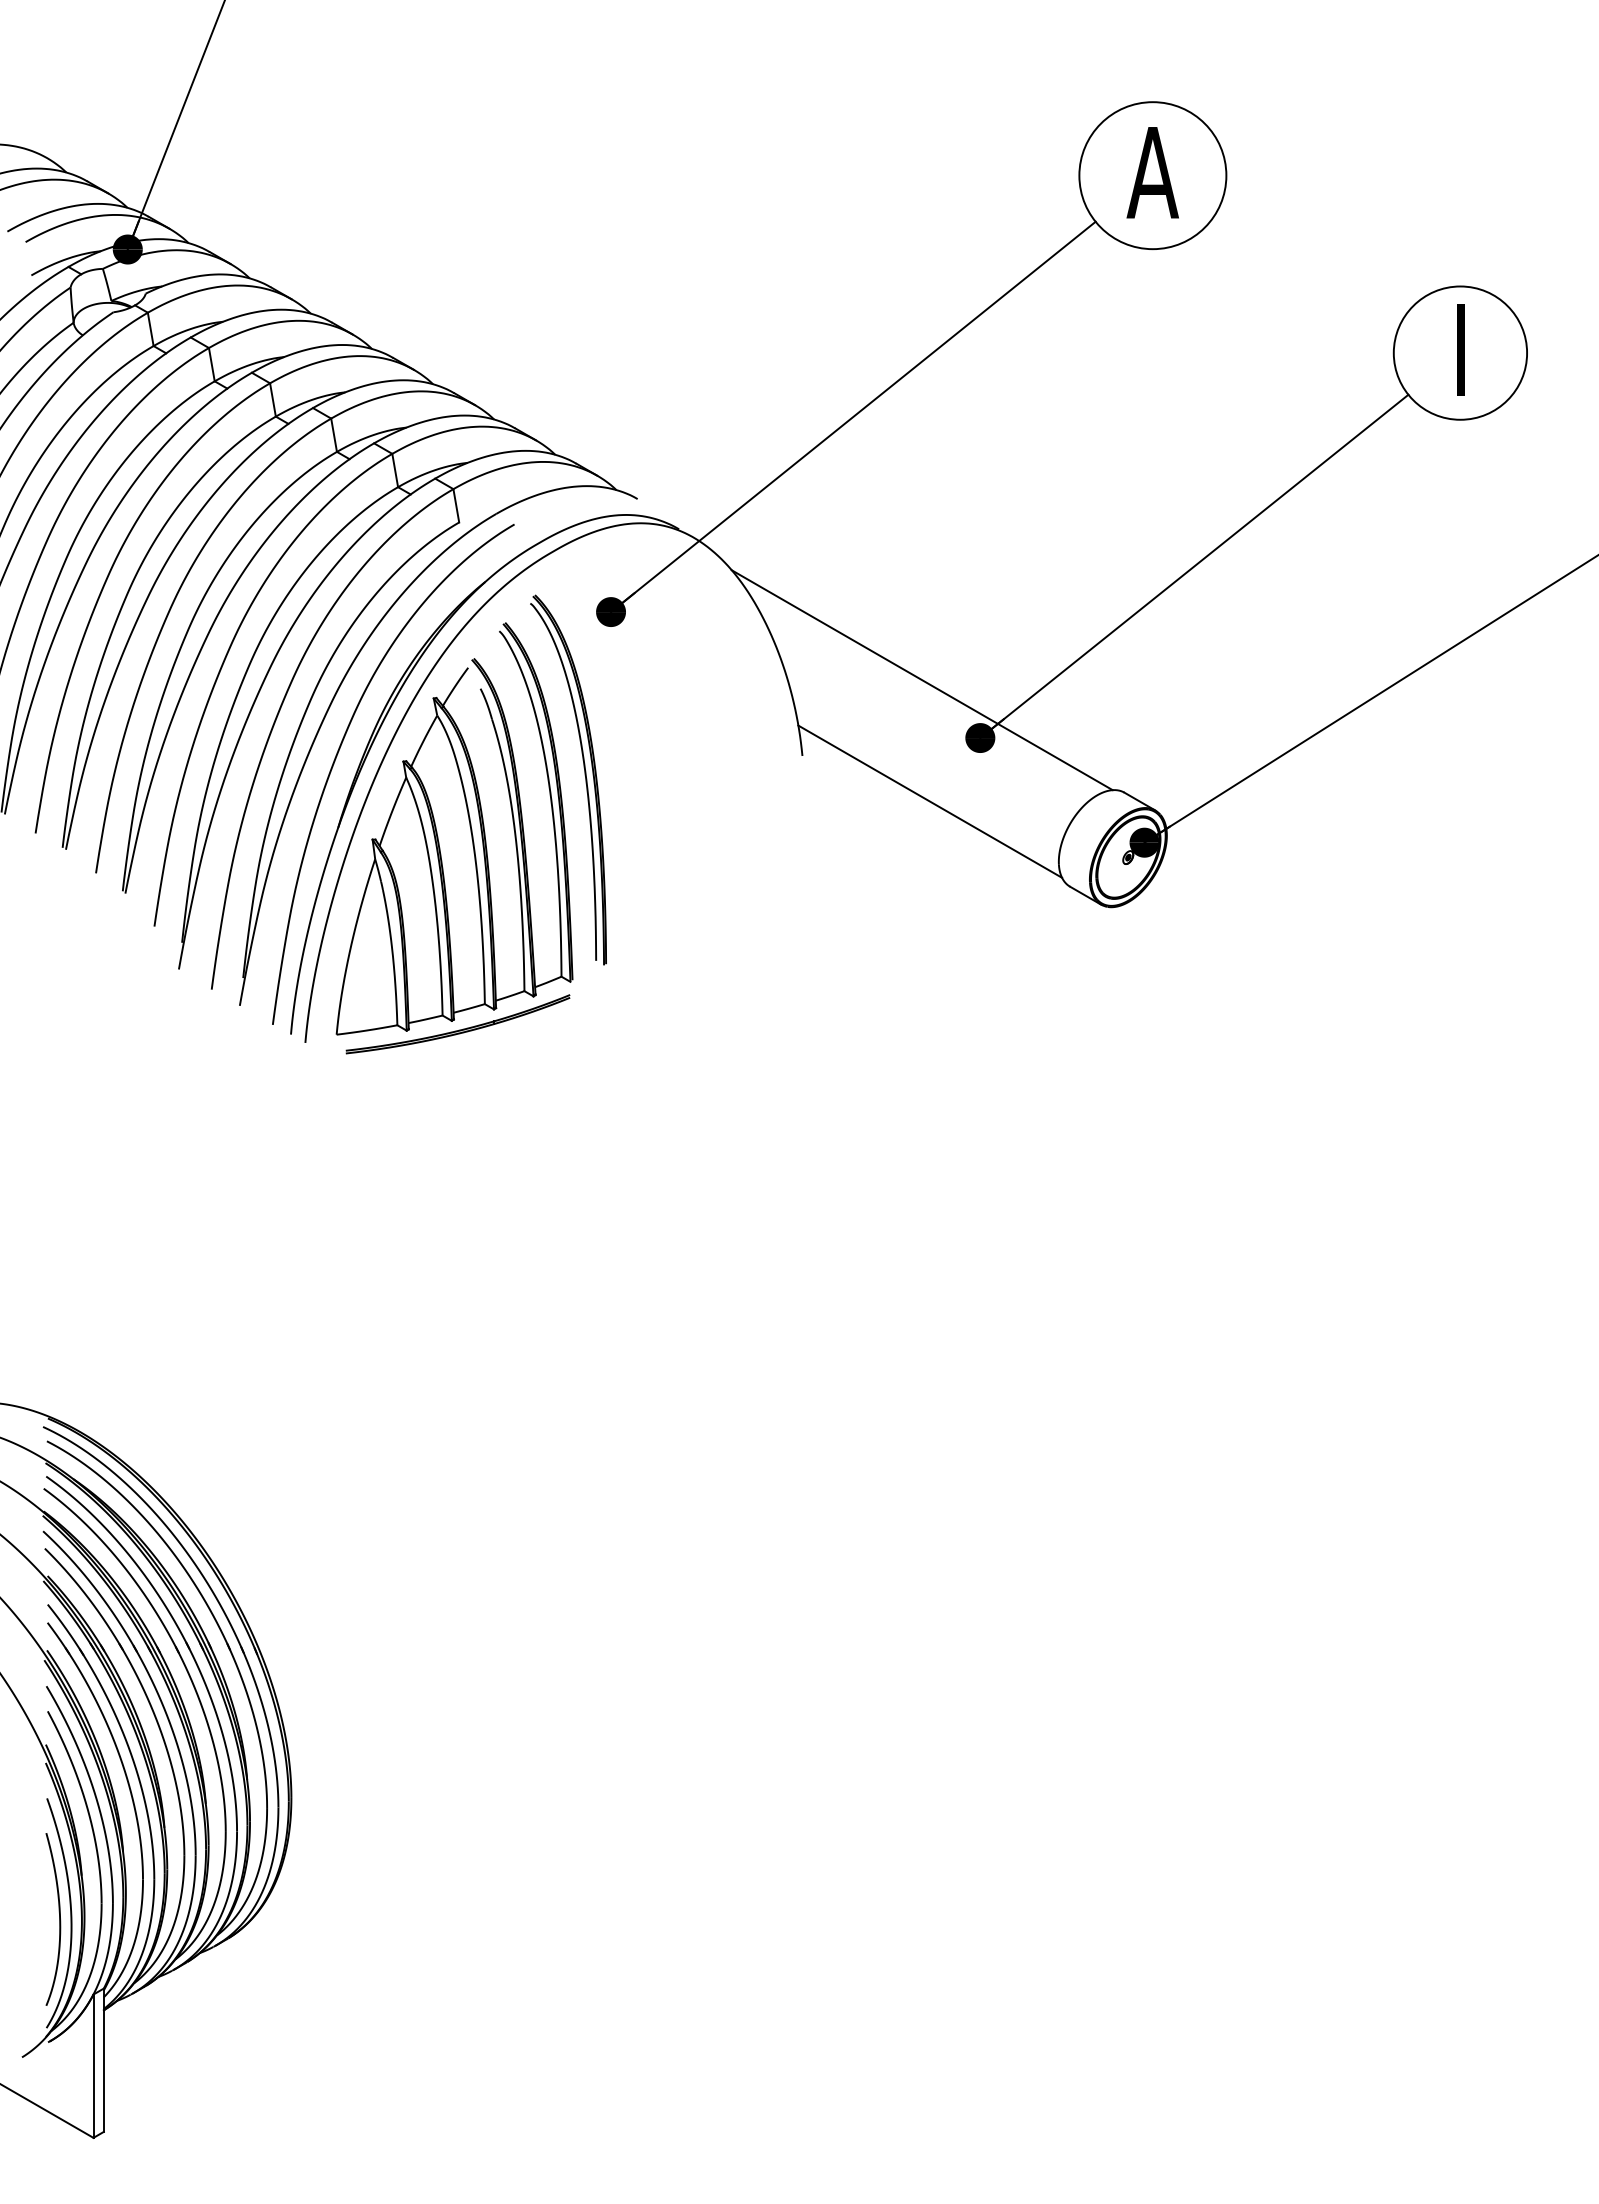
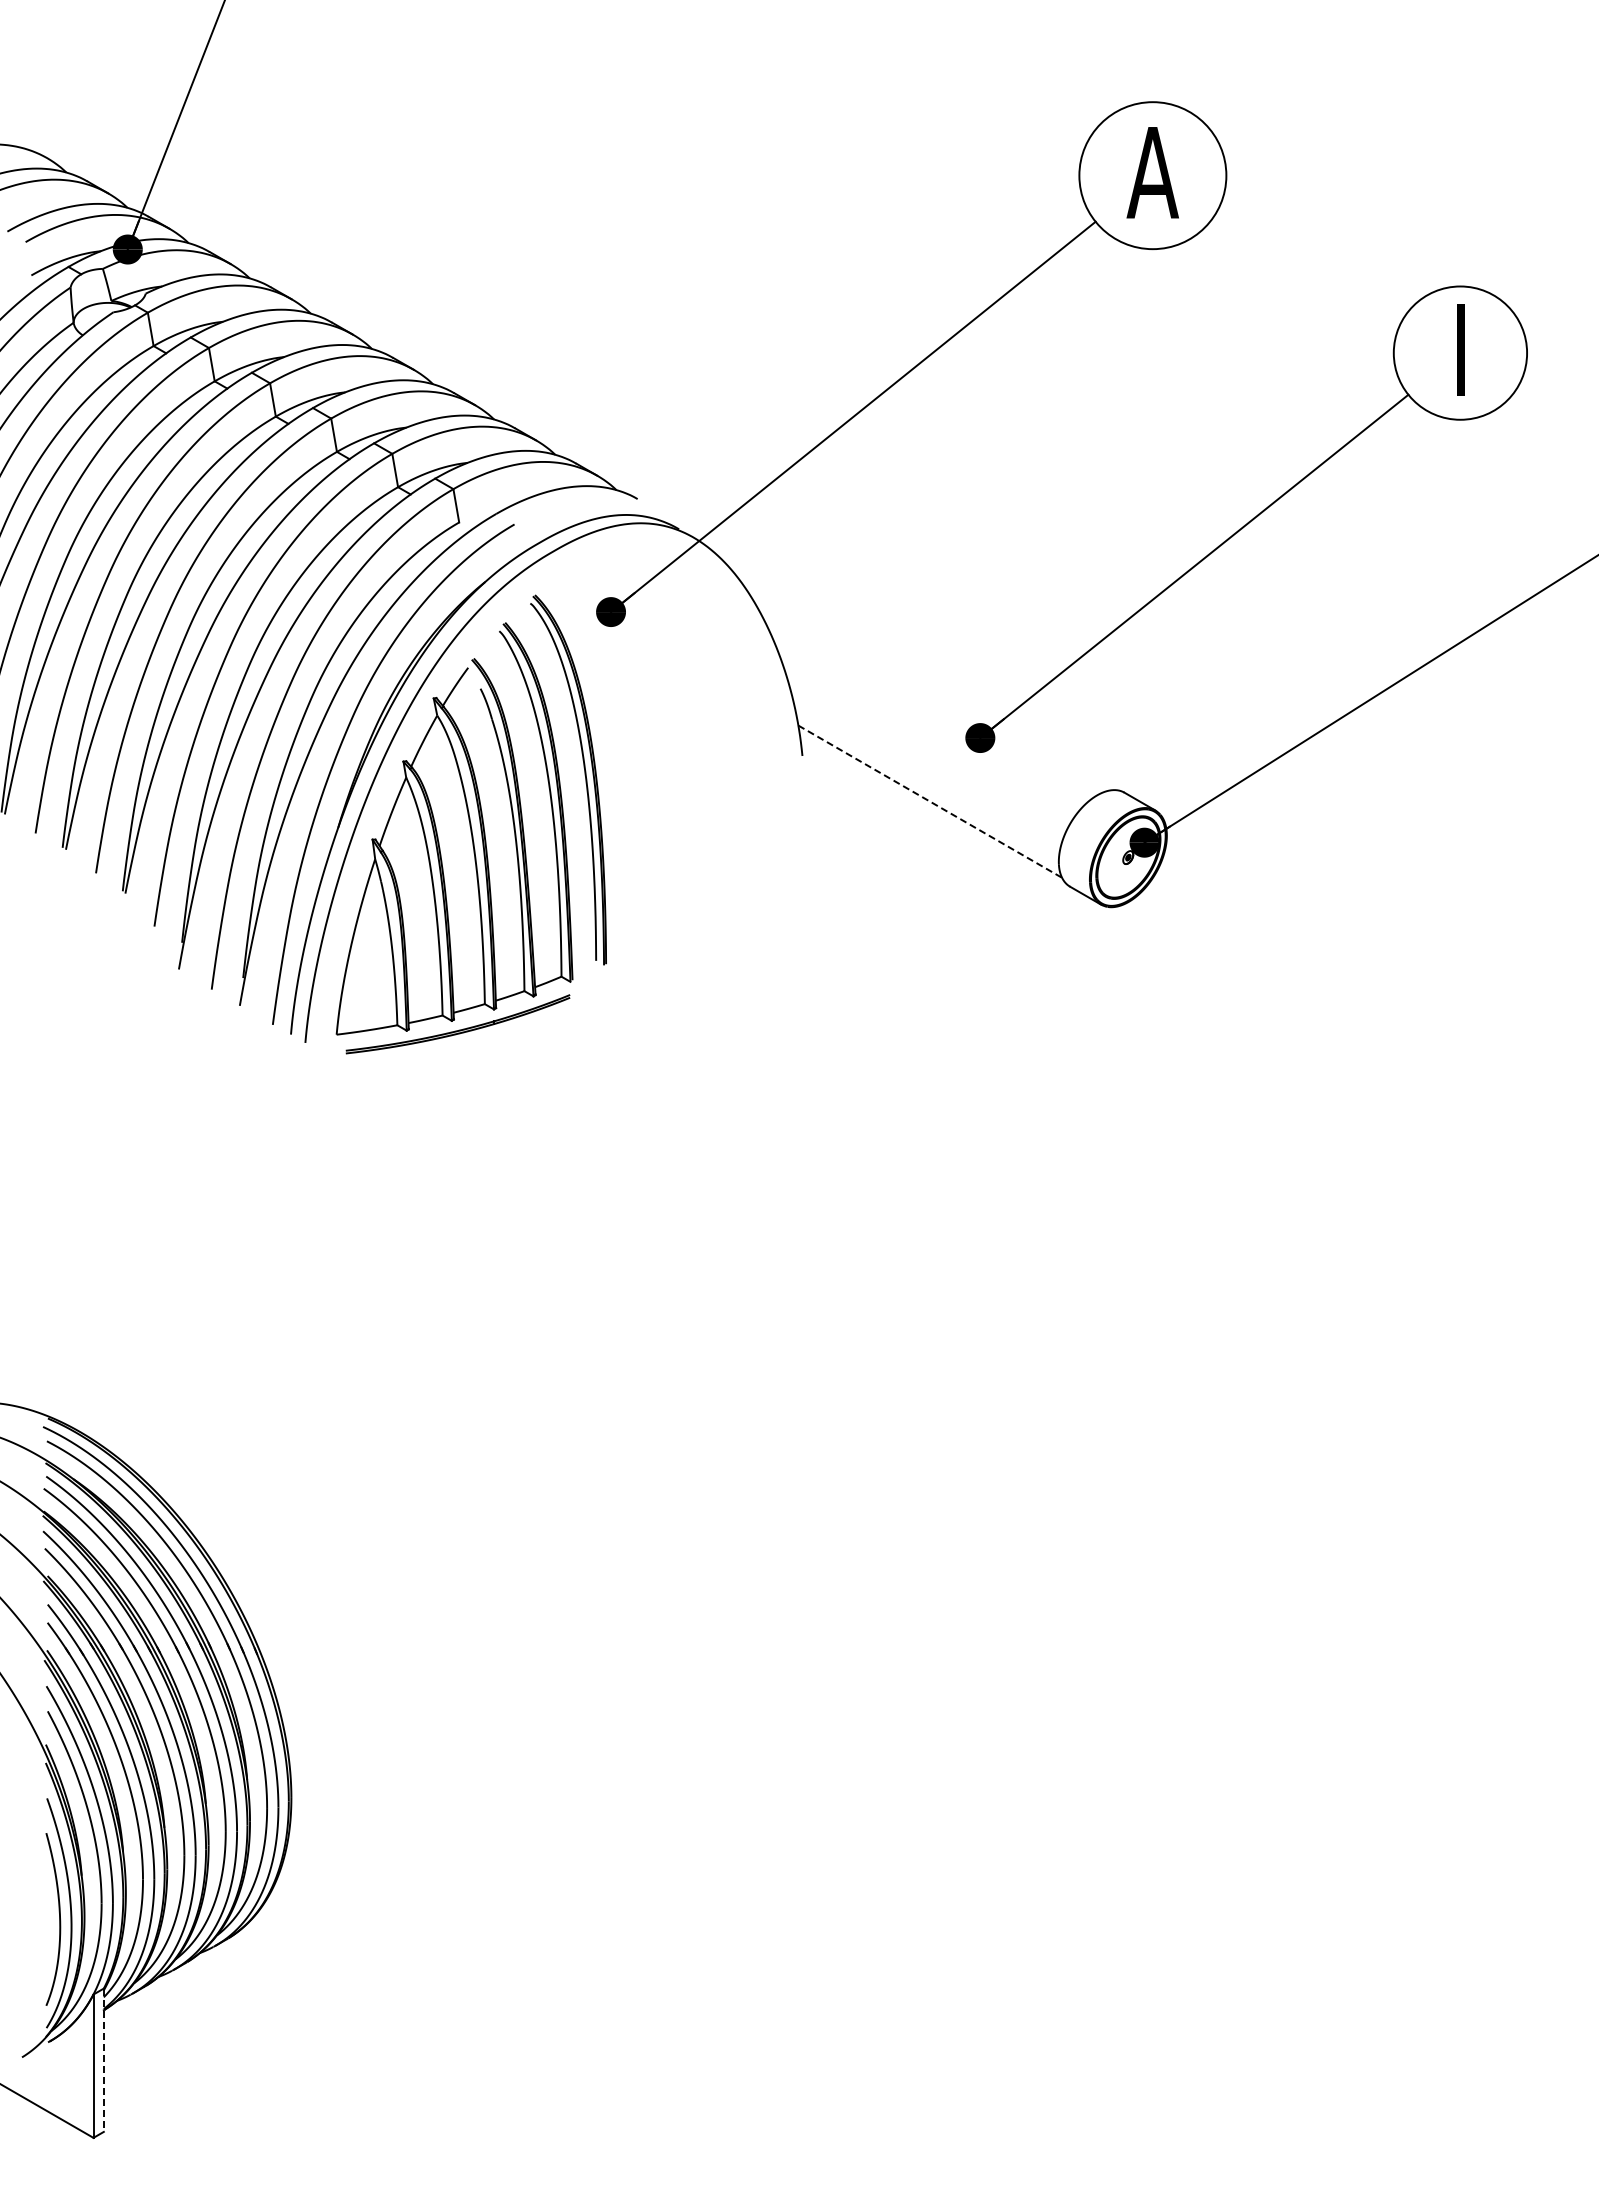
line at (921, 680): present -> none
line at (930, 801): solid -> dashed
line at (103, 2060): solid -> dashed
